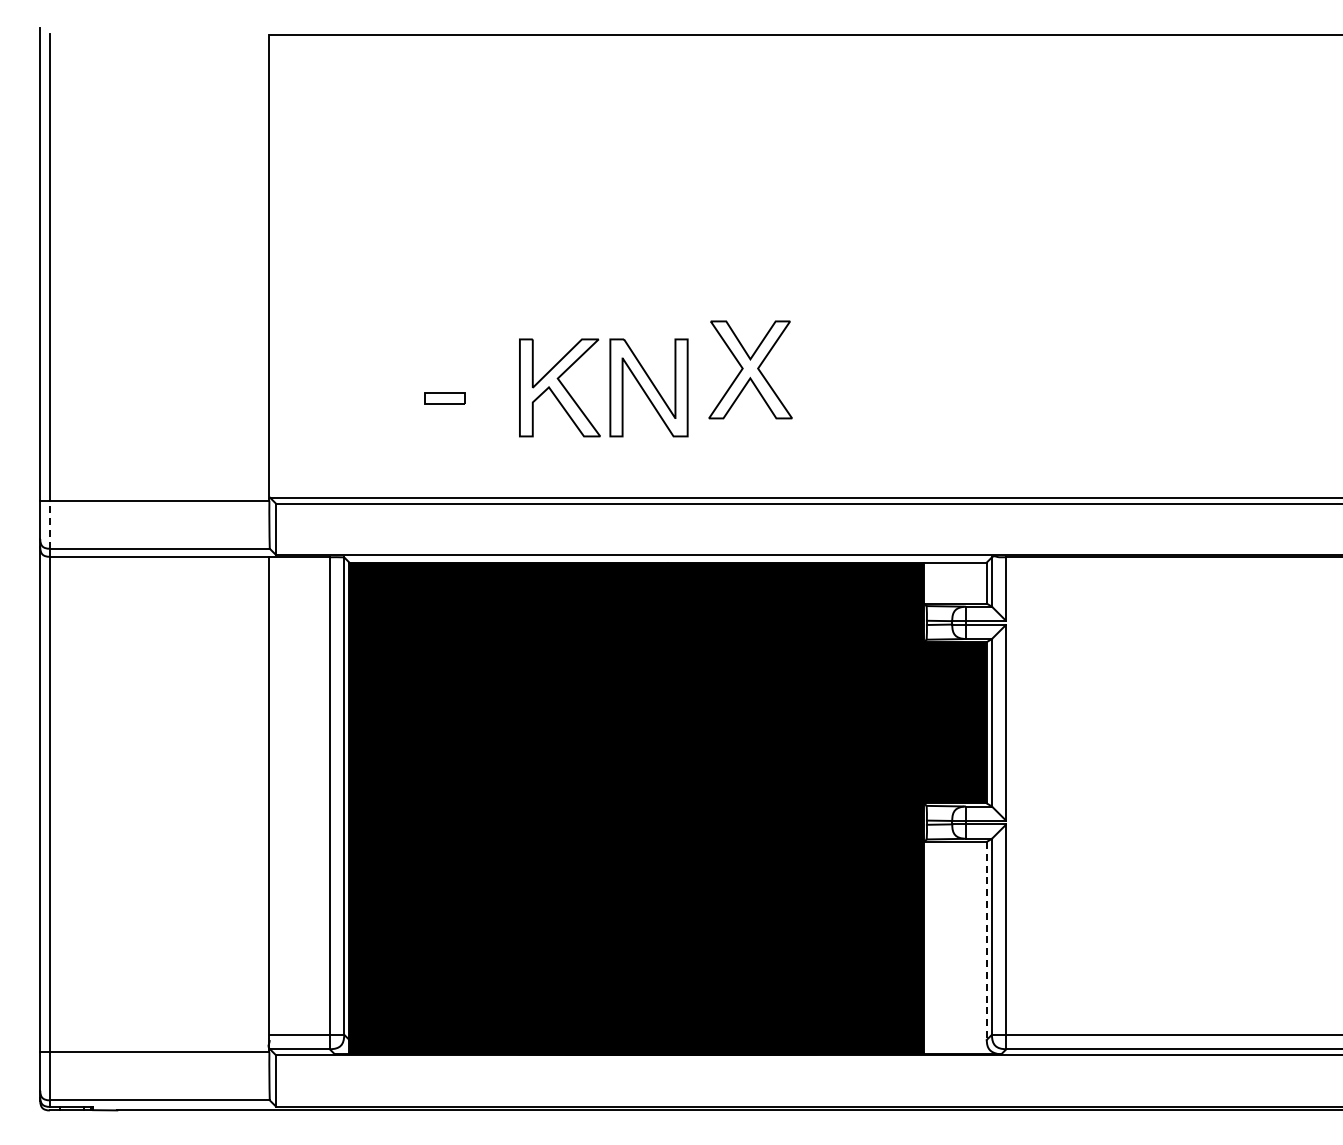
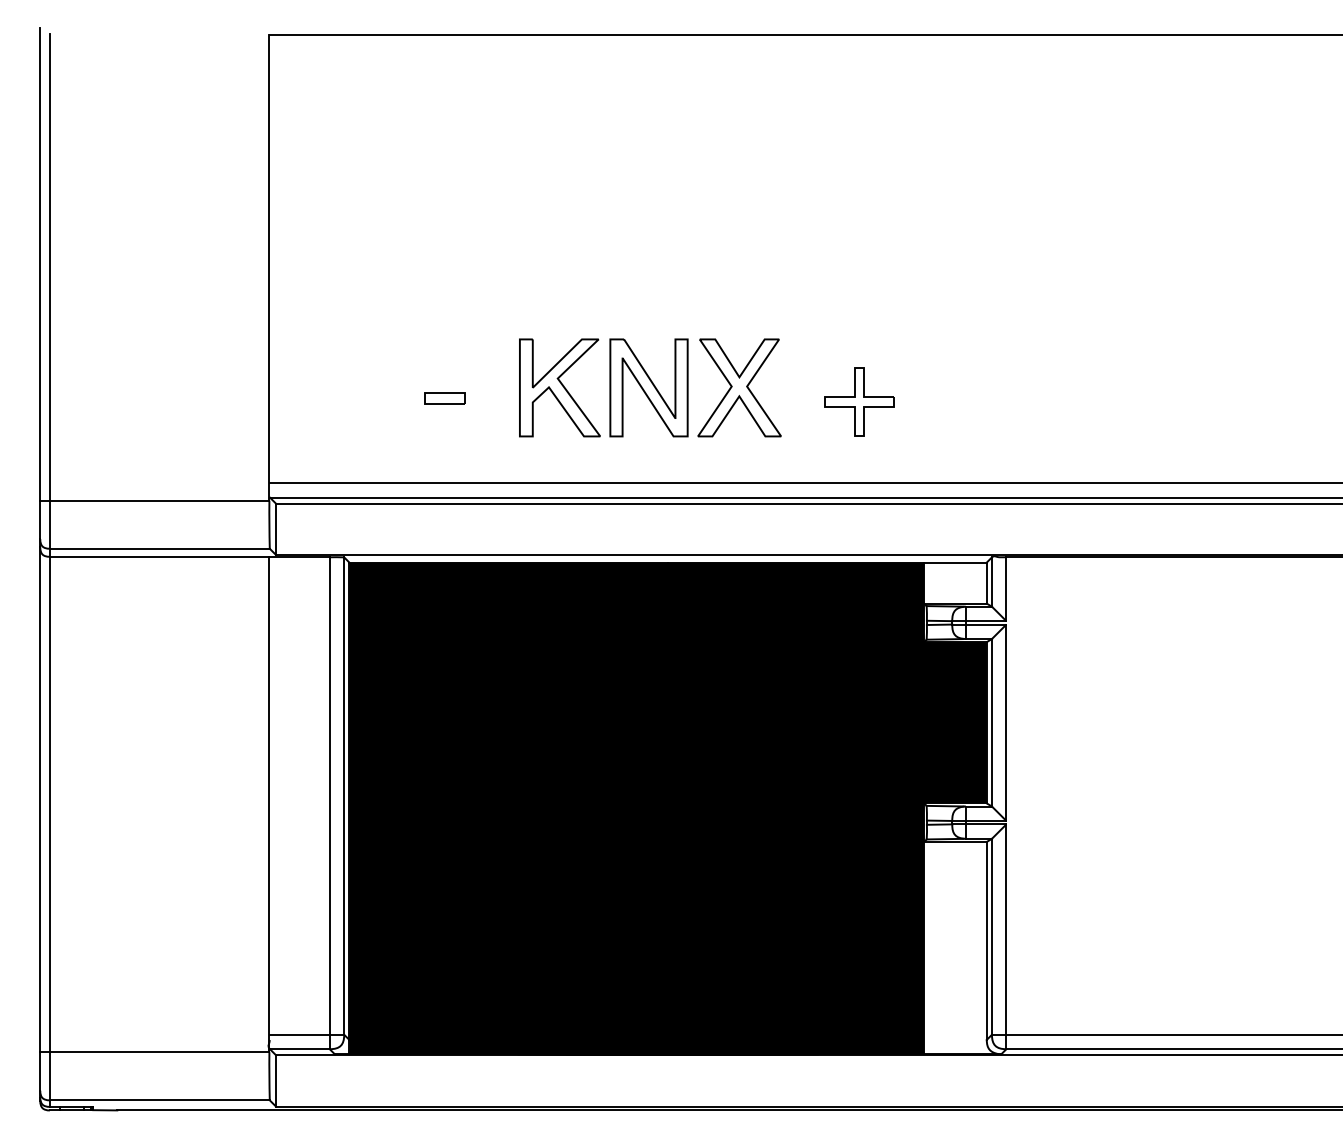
part at (750, 369) position: (750, 369) -> (739, 387)
part at (859, 401): none -> present
line at (804, 483): none -> present
line at (49, 524): dashed -> solid
line at (986, 940): dashed -> solid
